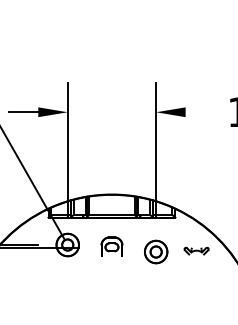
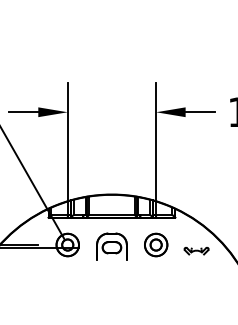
line at (200, 112): none -> present
part at (111, 246) size: 24x21 px -> 32x29 px
part at (156, 251) position: (156, 251) -> (156, 244)
